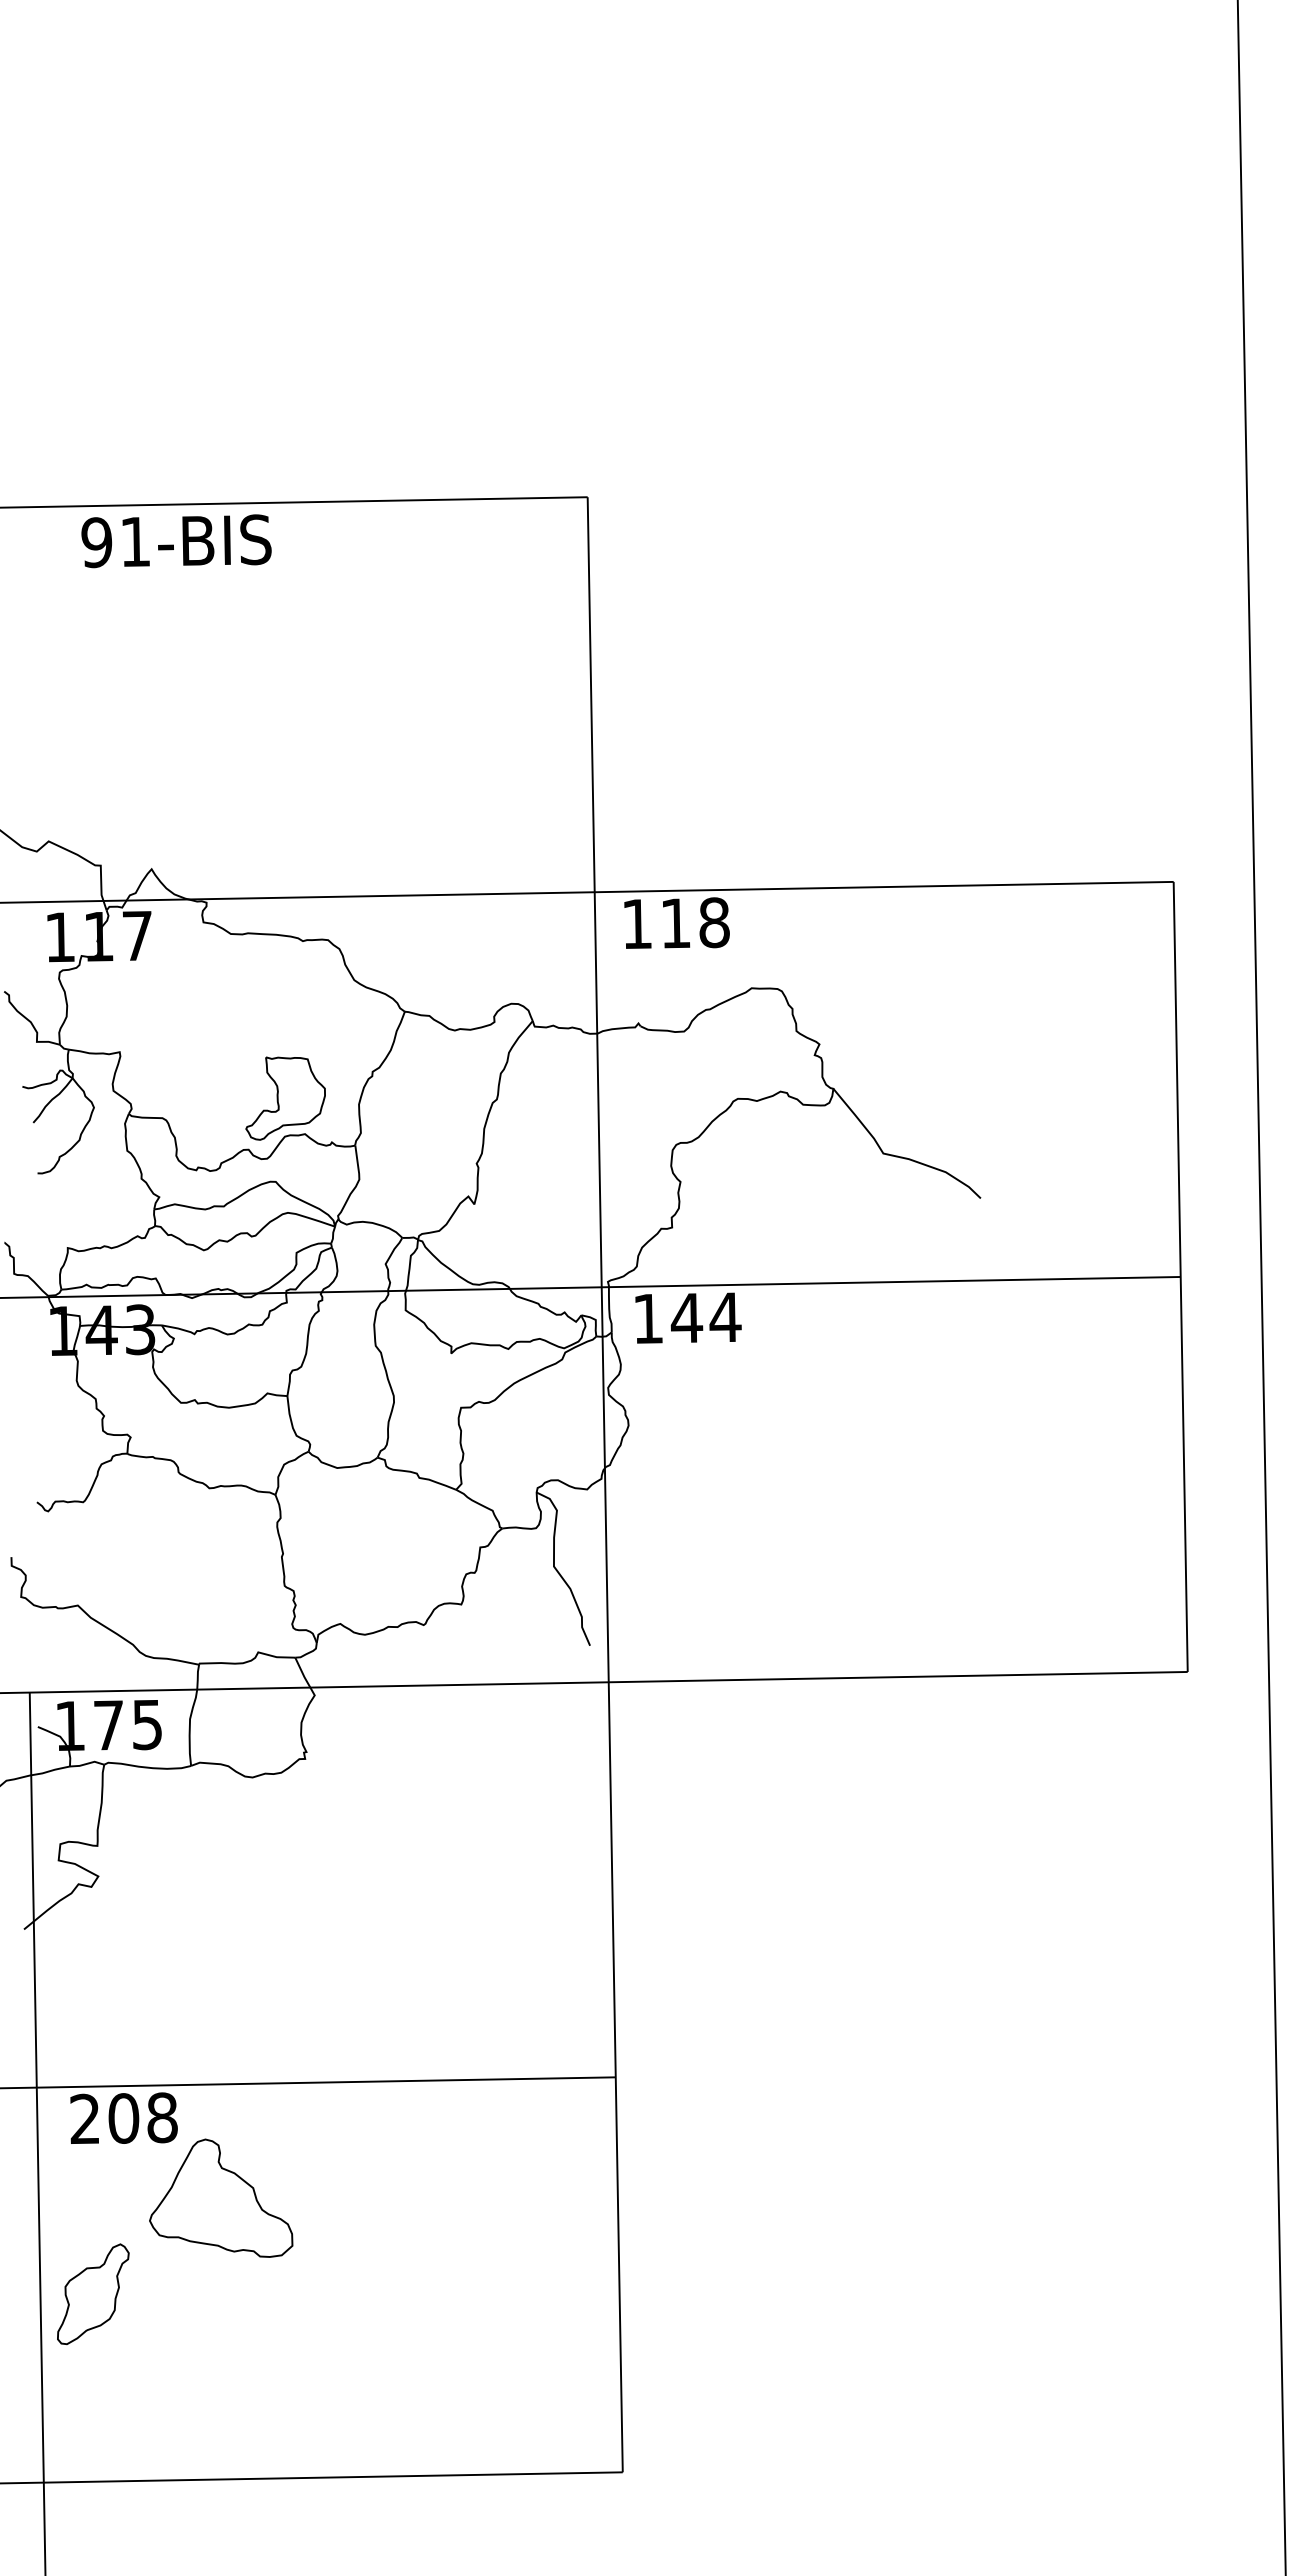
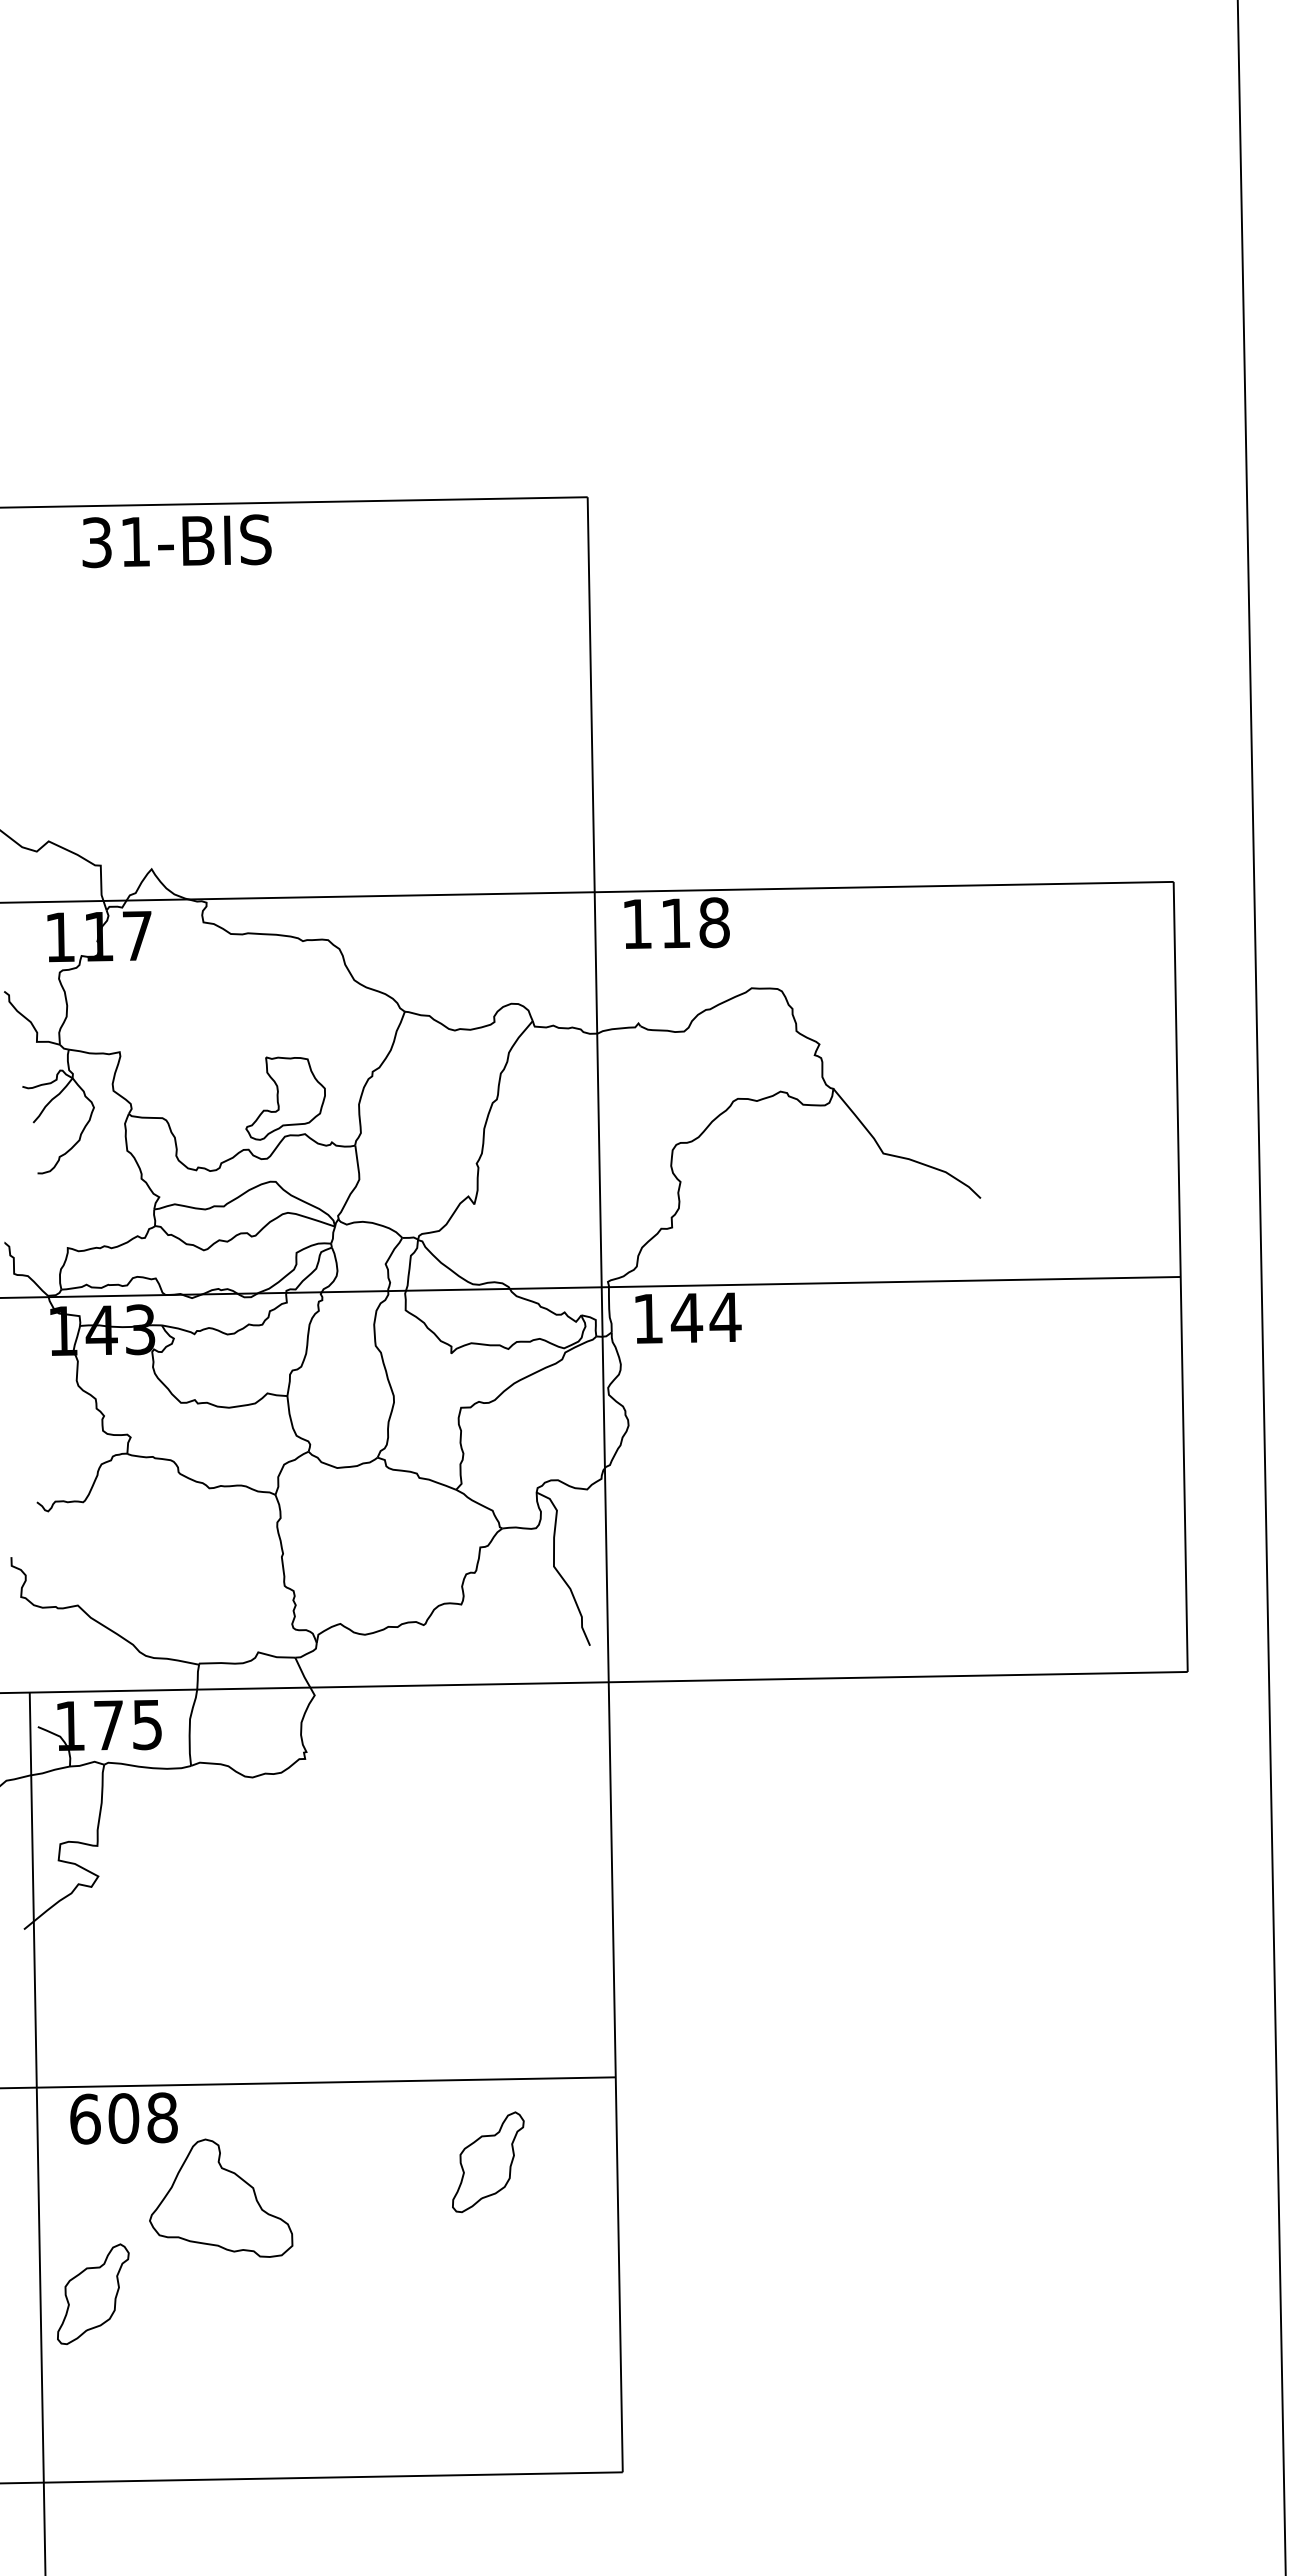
text at (96, 542): 91-BIS -> 31-BIS
text at (85, 2118): 208 -> 608
part at (488, 2162): none -> present
